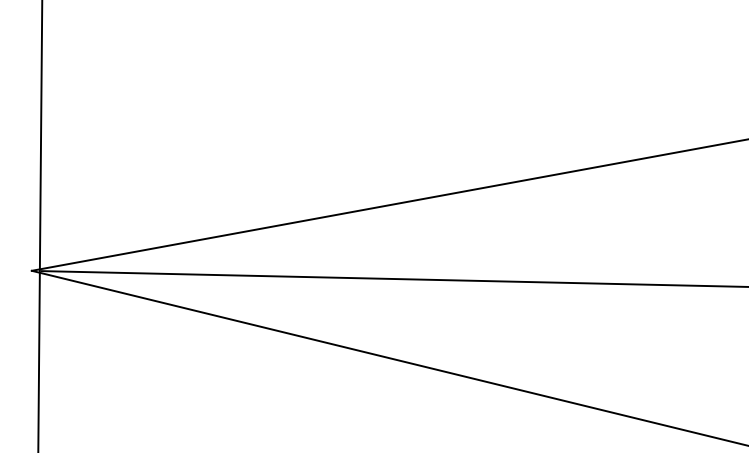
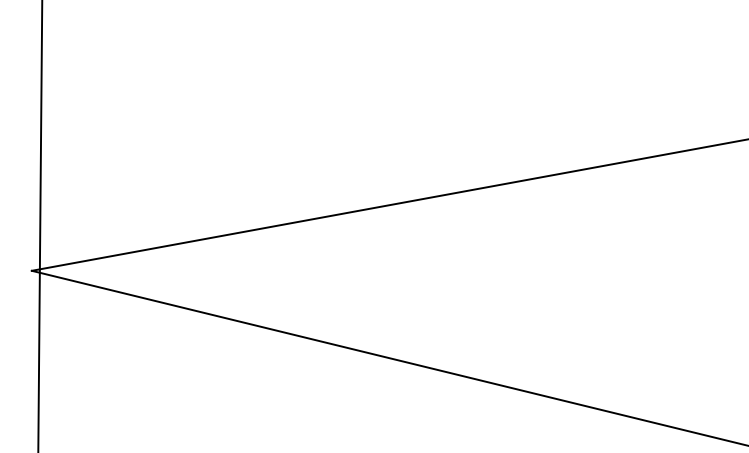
line at (393, 278): present -> none
